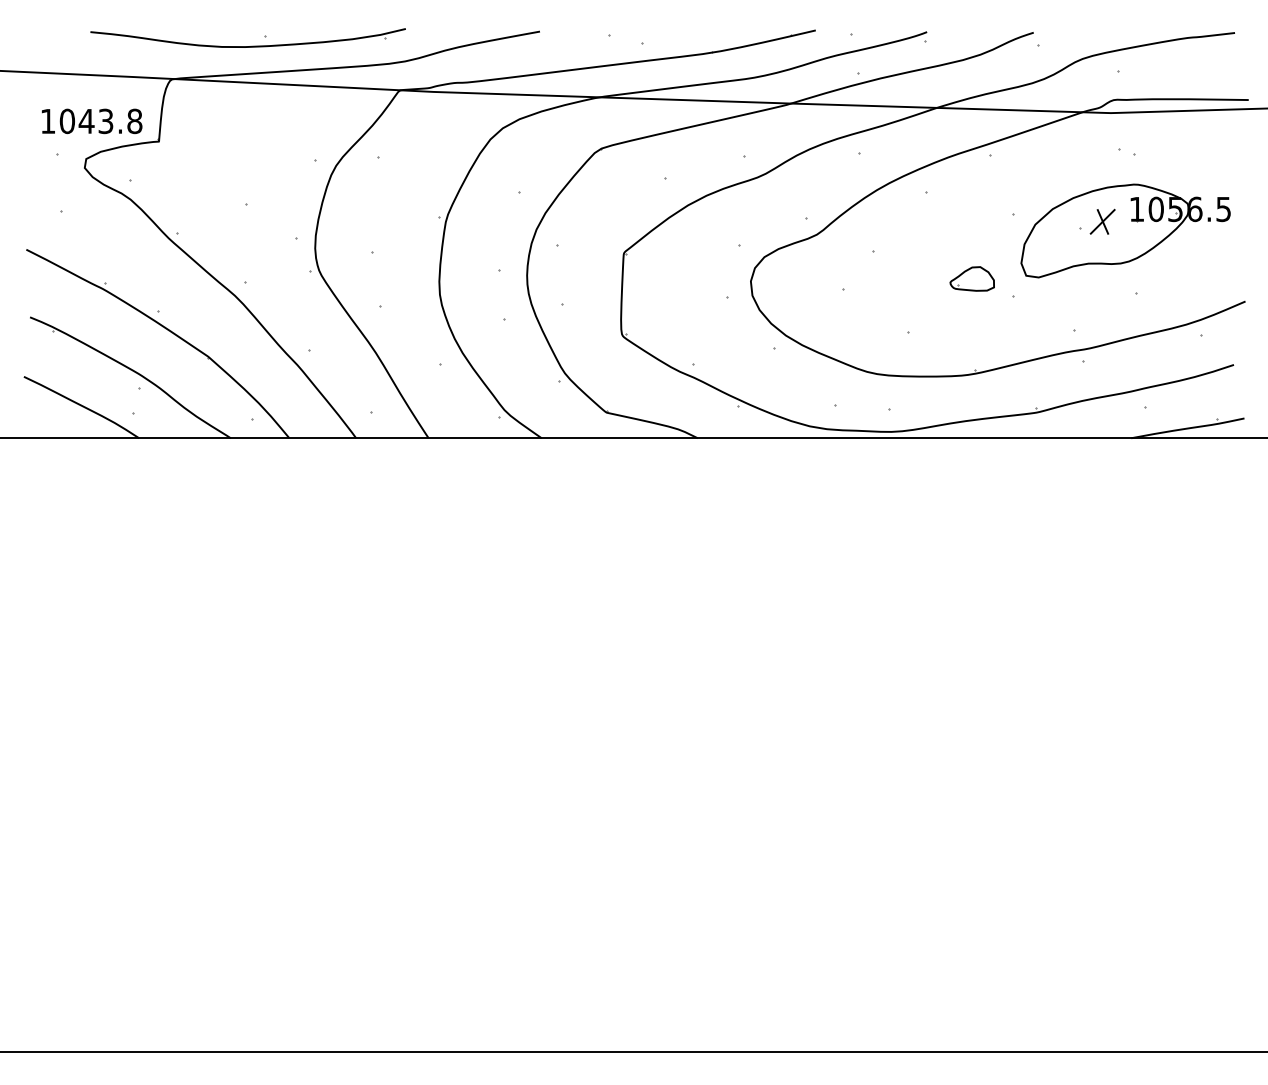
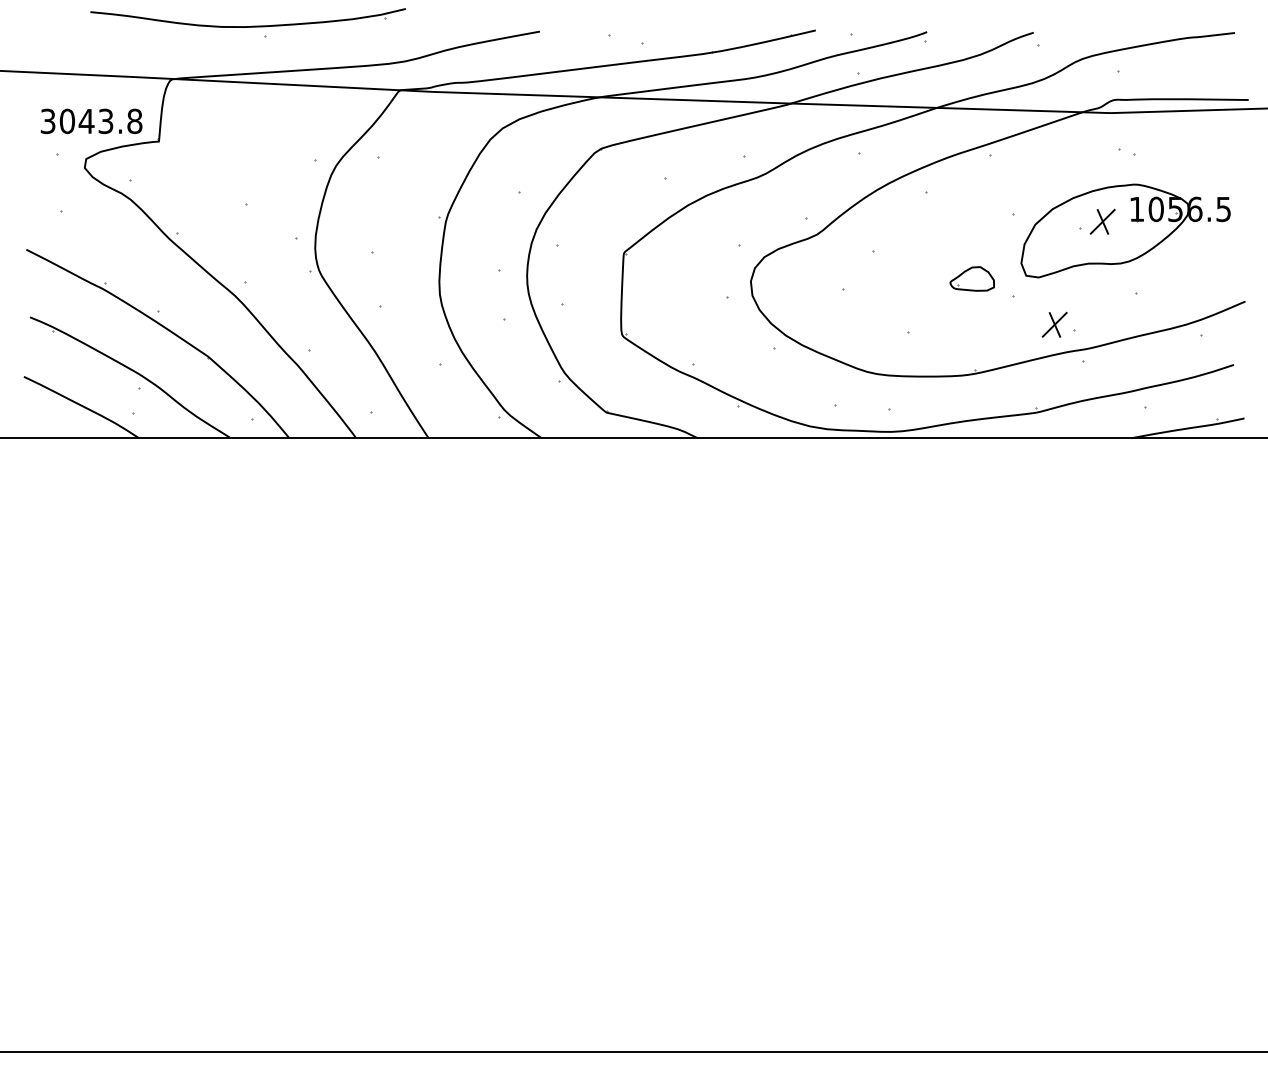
part at (251, 45) position: (251, 45) -> (251, 25)
text at (47, 121): 1043.8 -> 3043.8
part at (1054, 324): none -> present
